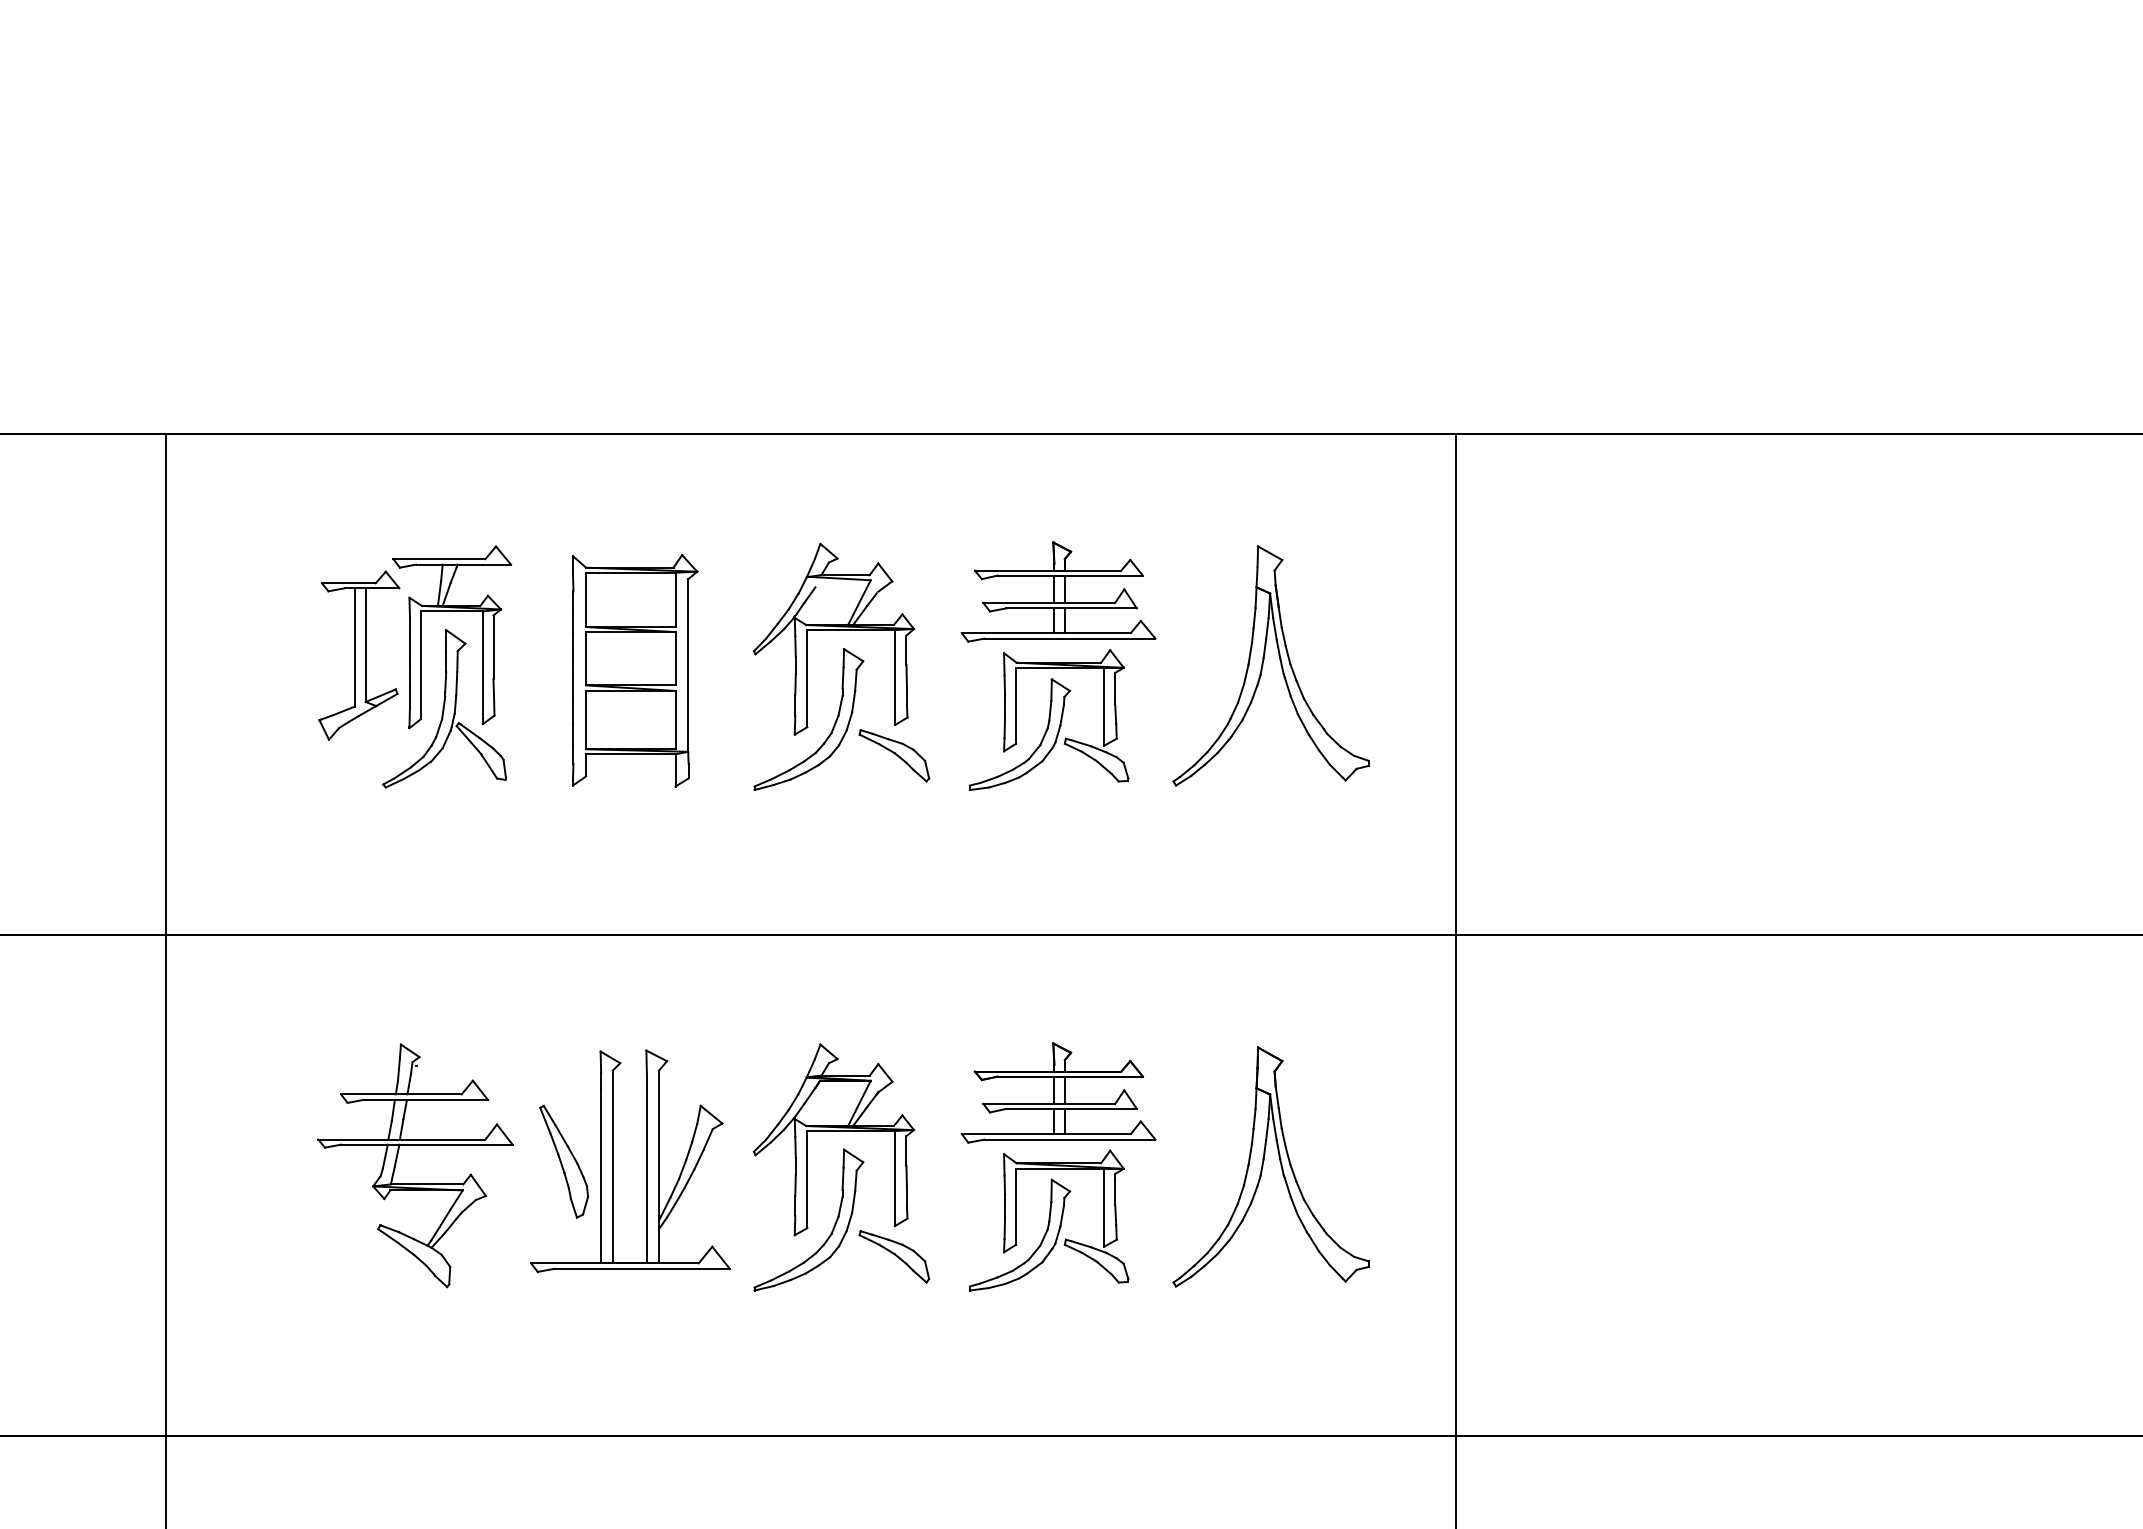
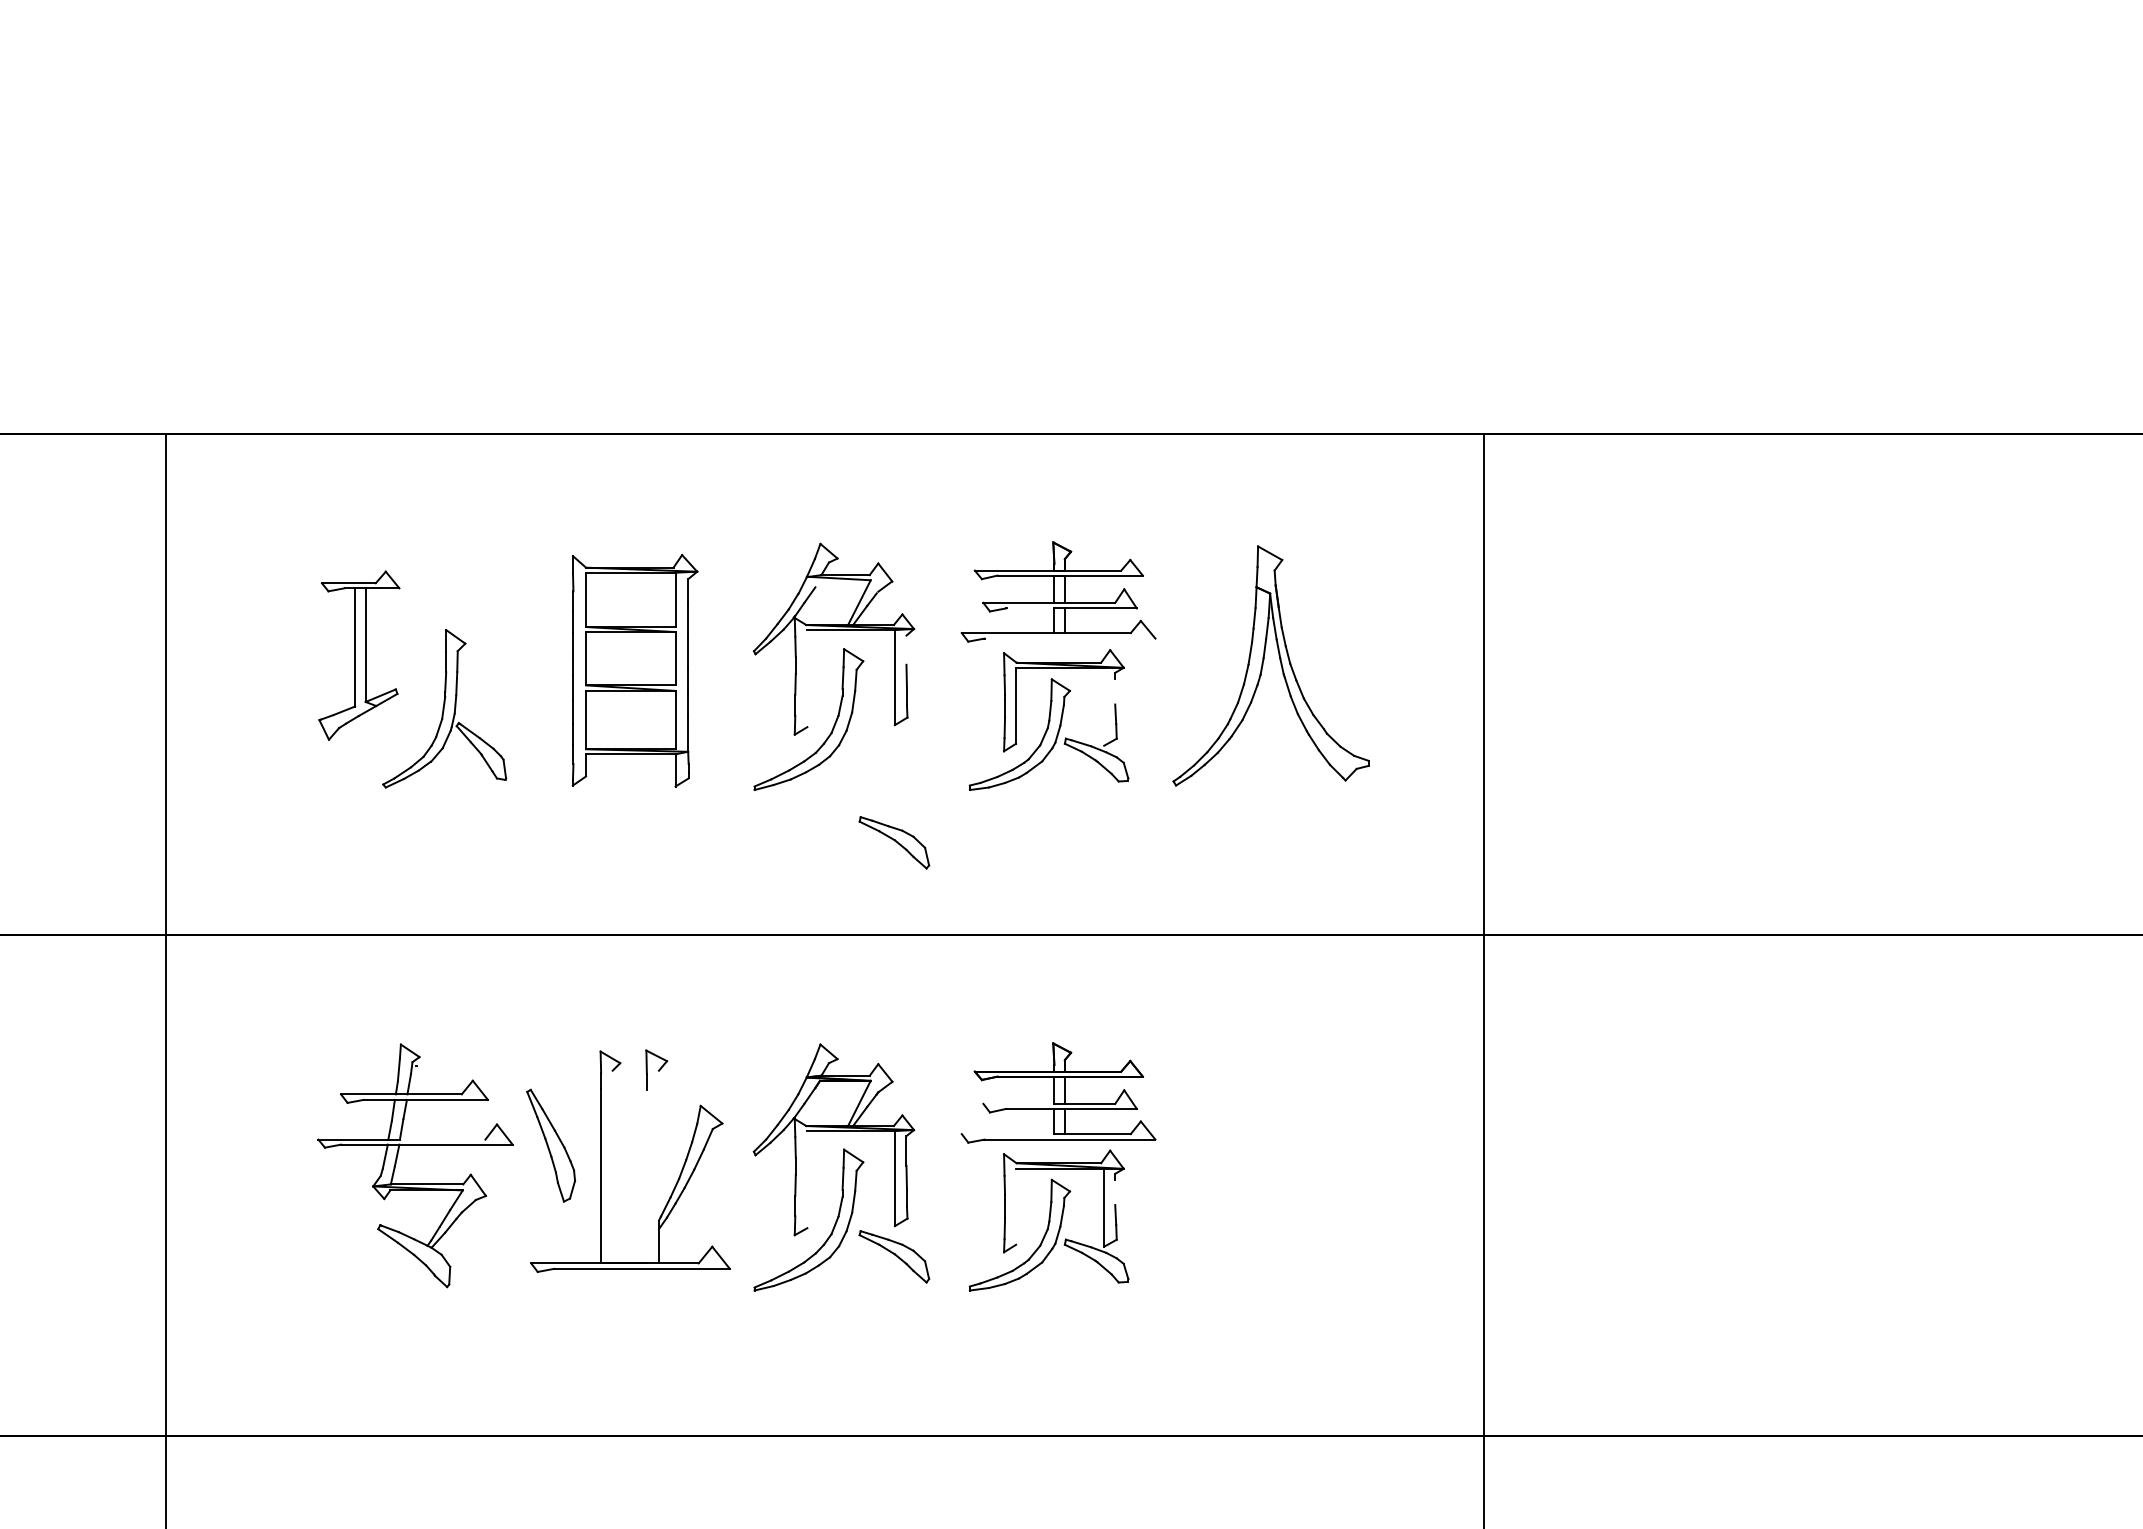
line at (1030, 608): present -> none
part at (452, 611): present -> none
line at (1069, 638): present -> none
line at (906, 650): present -> none
line at (807, 678): present -> none
line at (1115, 691): present -> none
line at (1104, 706): present -> none
part at (894, 755) position: (894, 755) -> (894, 842)
line at (1455, 979) position: (1455, 979) -> (1483, 979)
line at (1018, 1103): present -> none
line at (1007, 1134): present -> none
line at (442, 1139): present -> none
line at (658, 1145): present -> none
part at (563, 1161) position: (563, 1161) -> (550, 1145)
line at (612, 1166): present -> none
part at (1263, 1166): present -> none
line at (646, 1176): present -> none
line at (807, 1179): present -> none
line at (1115, 1192): present -> none
line at (1016, 1206): present -> none
